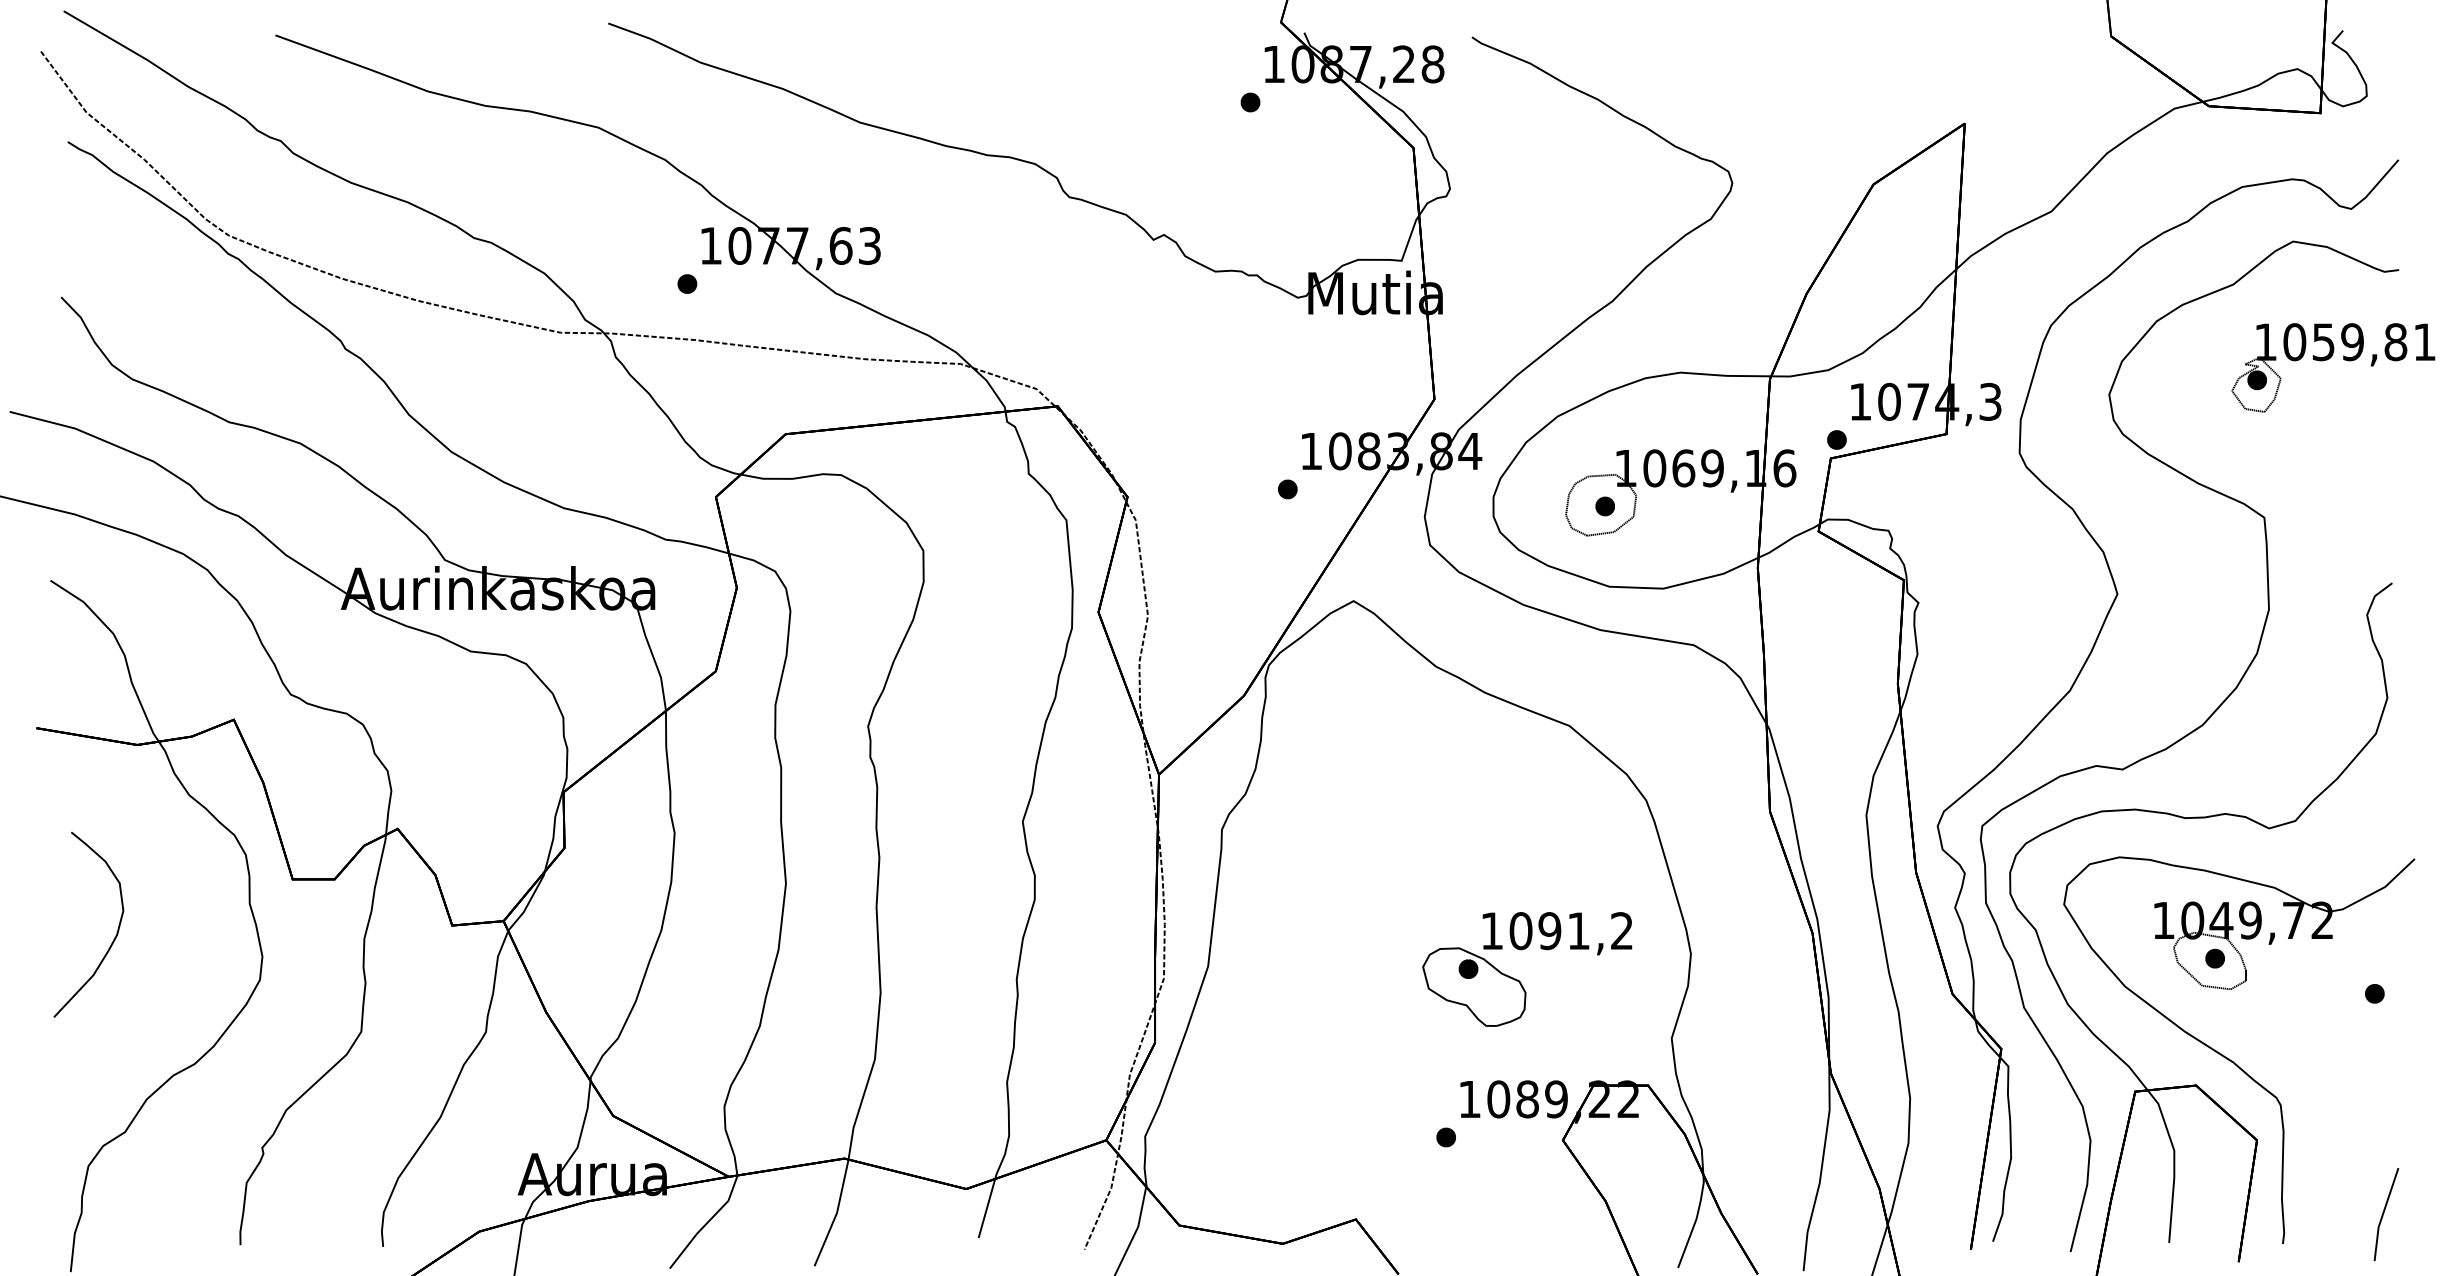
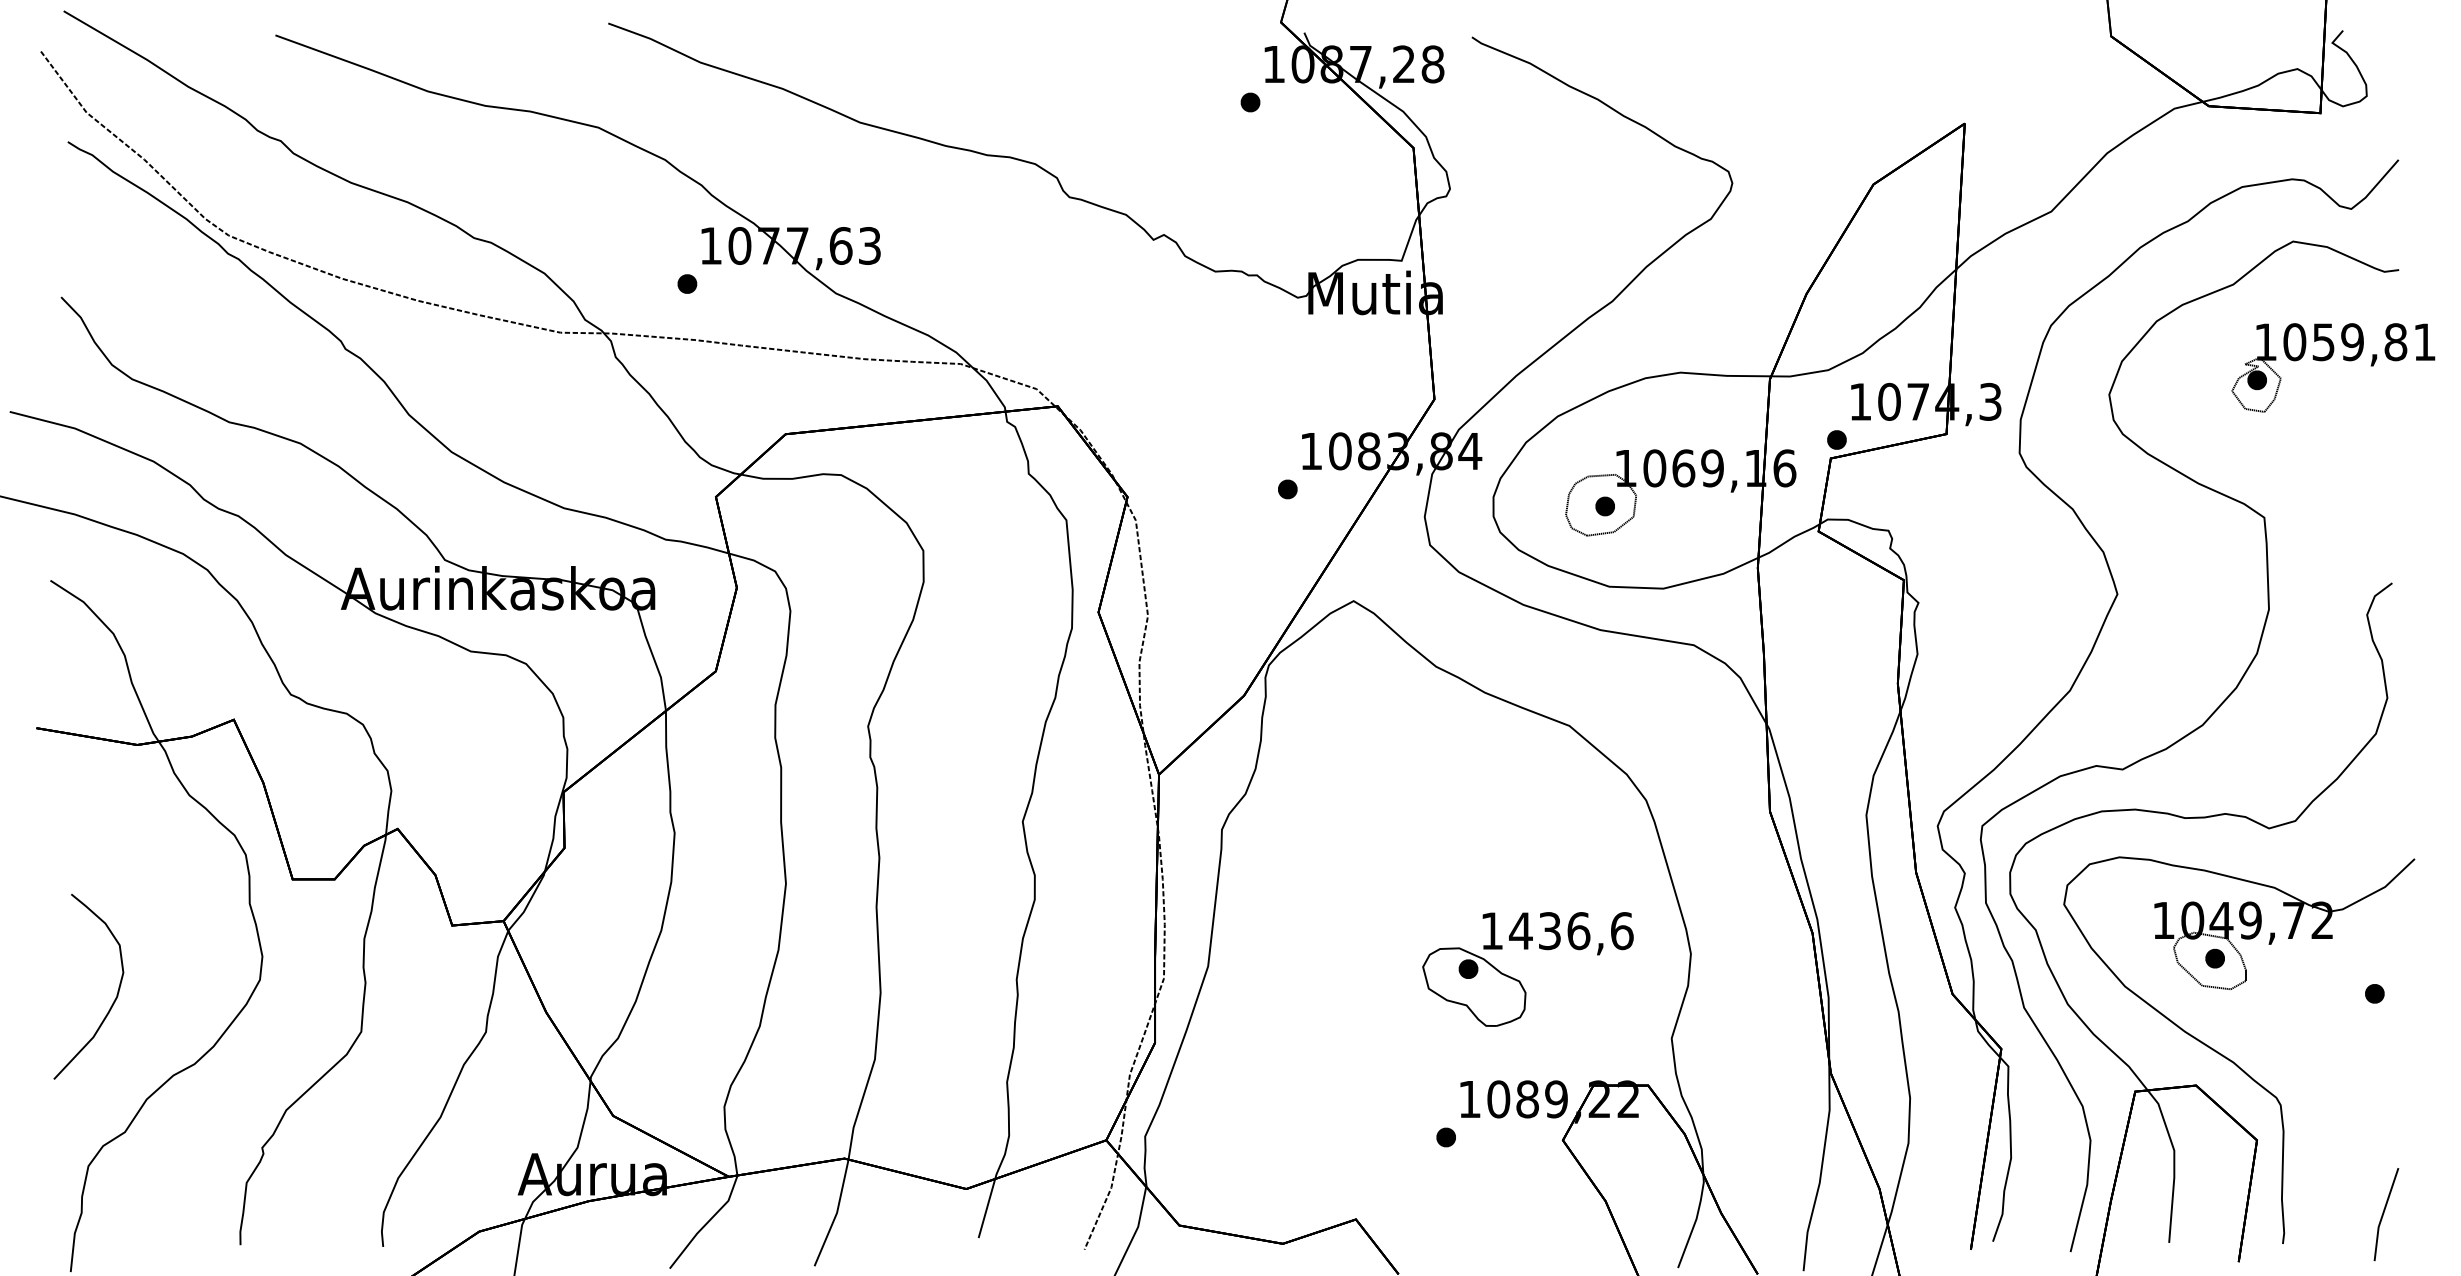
text at (1571, 931): 1091,2 -> 1436,6
part at (114, 937) position: (114, 937) -> (114, 999)
